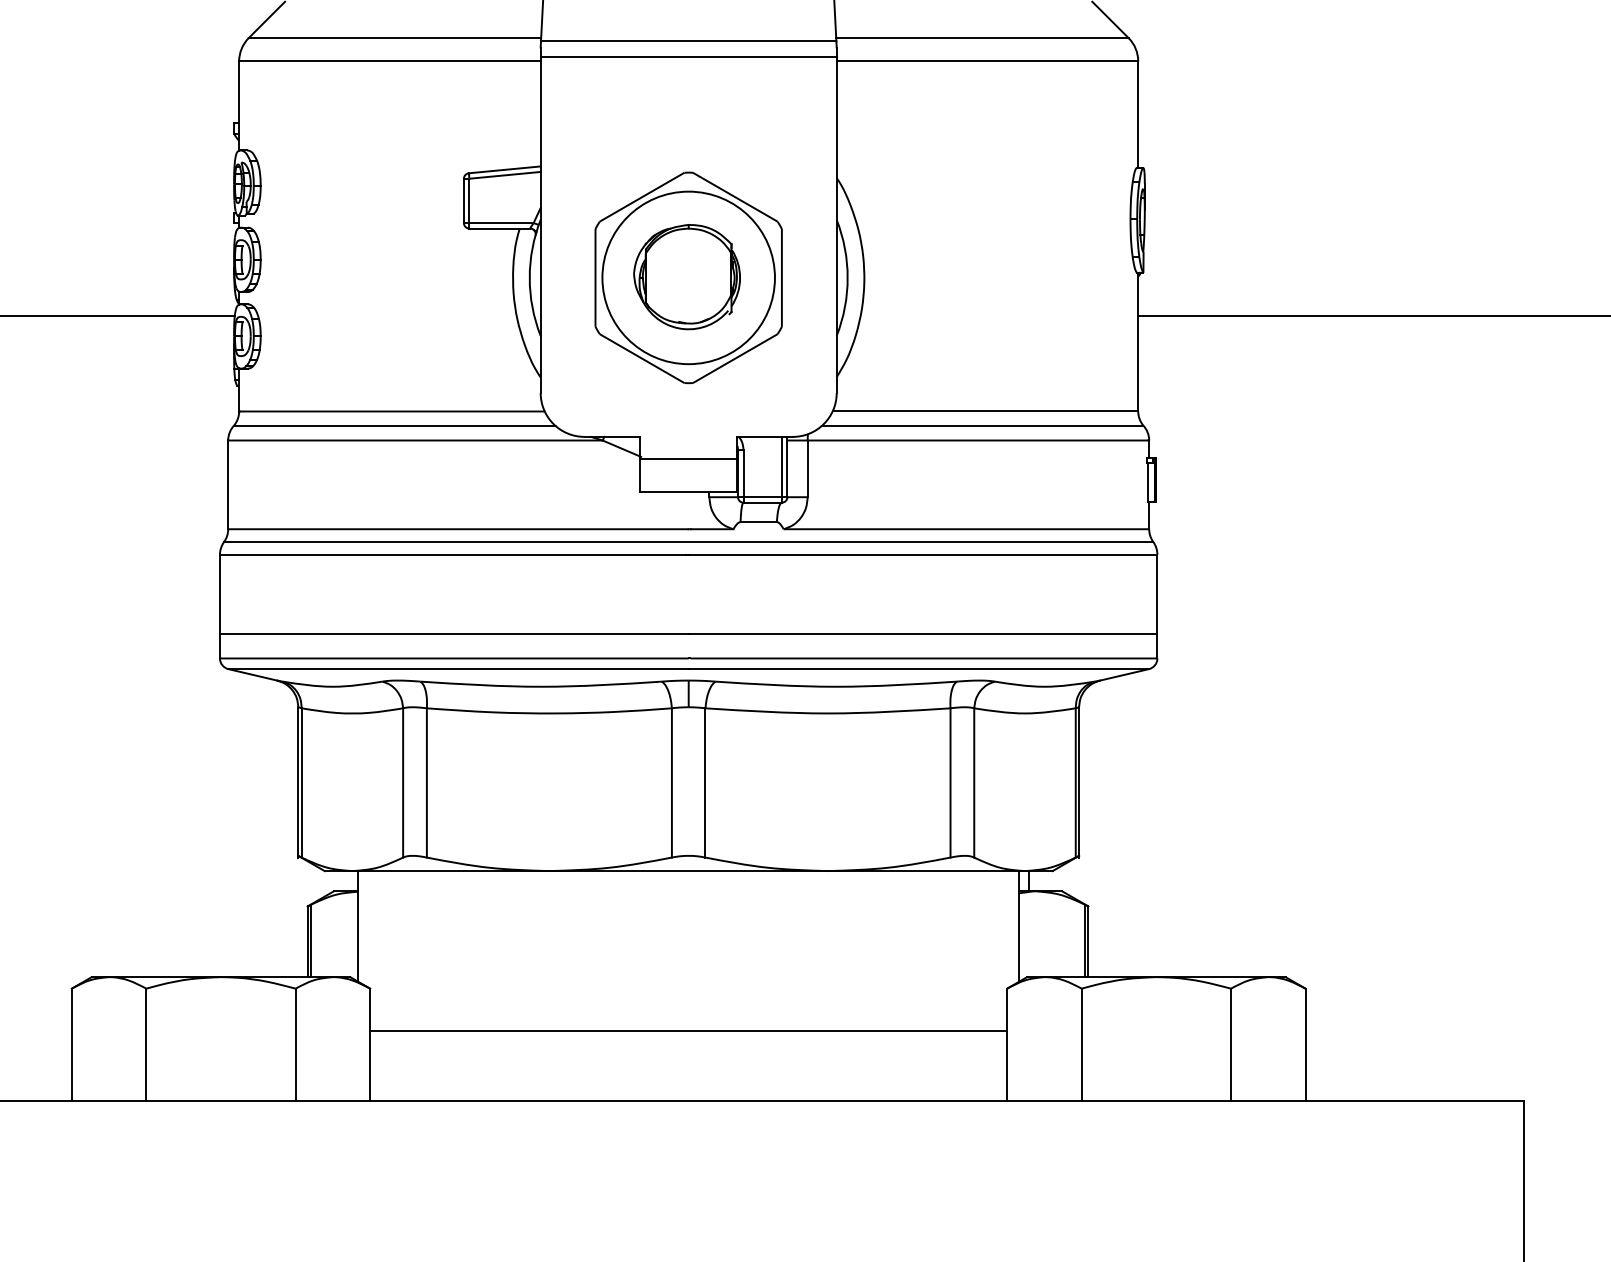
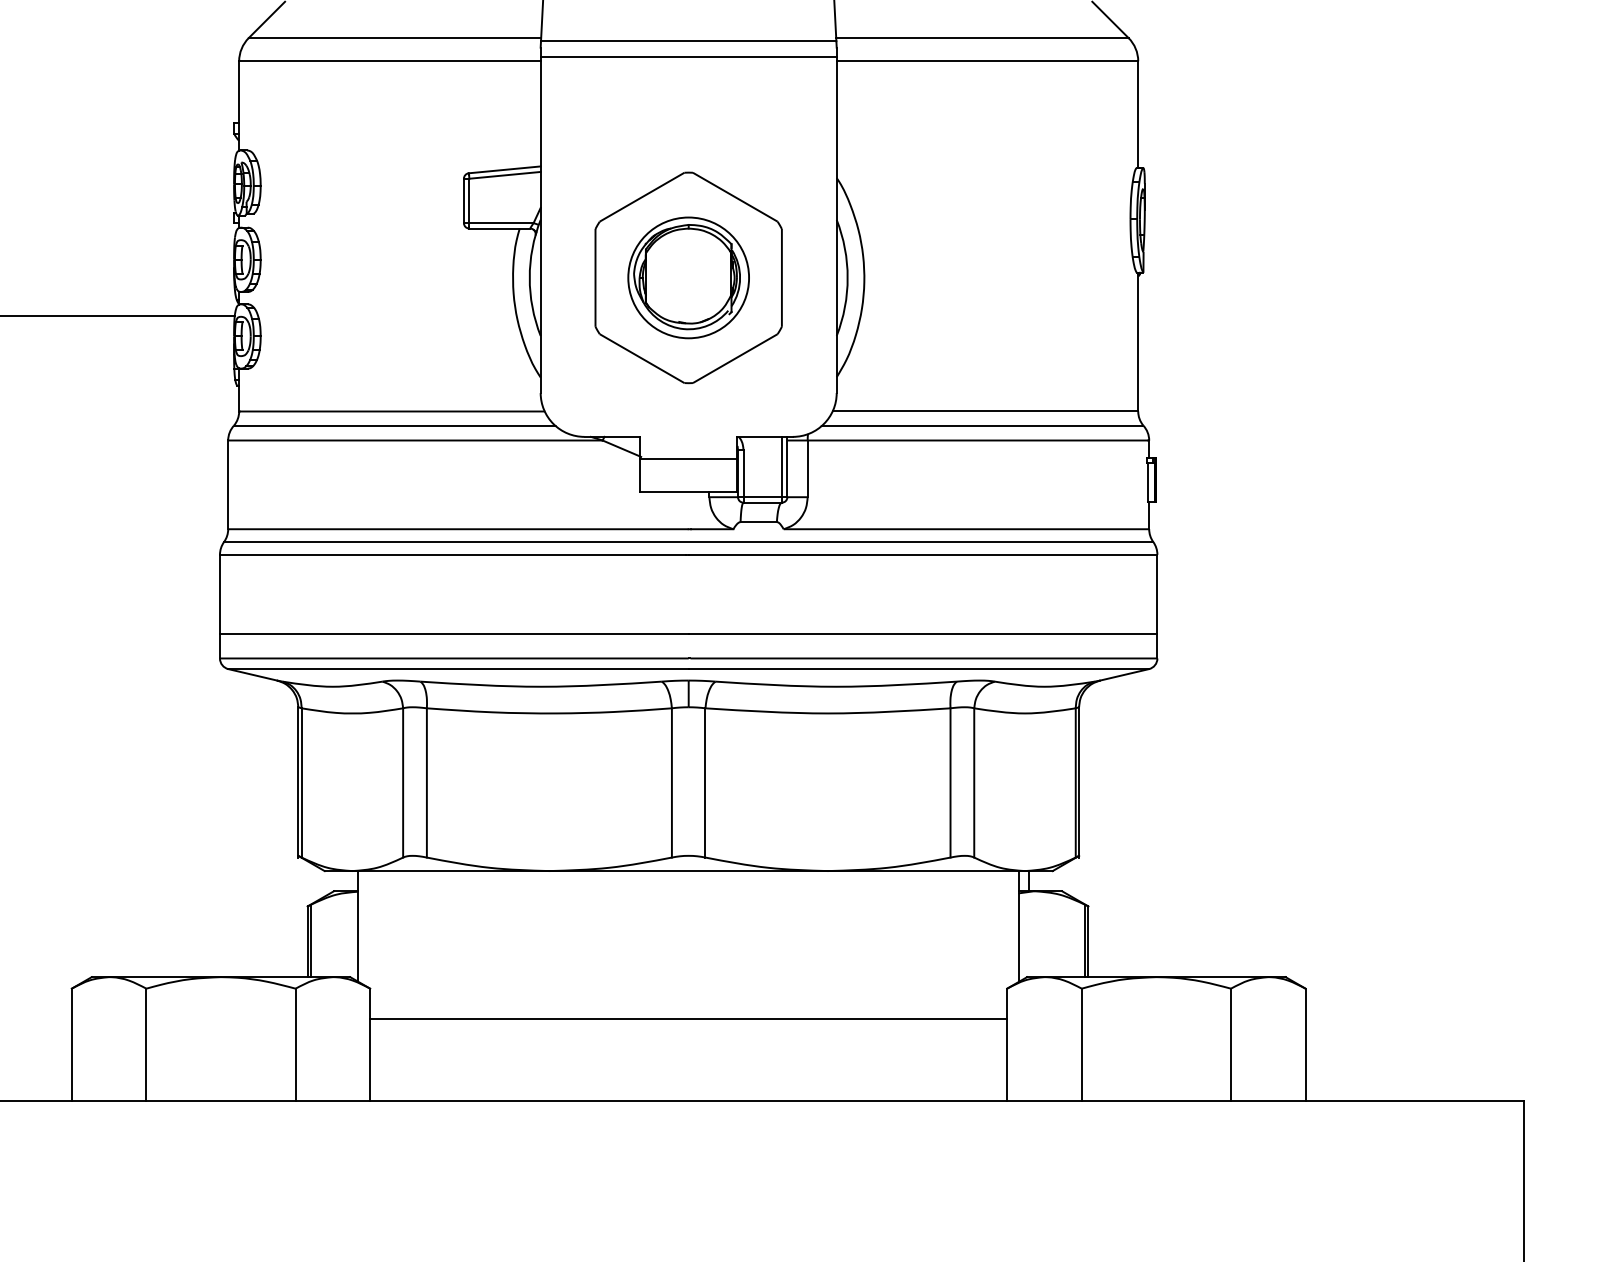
circle at (688, 277) diameter: 173 px -> 121 px
line at (1372, 315): present -> none
line at (688, 1031) position: (688, 1031) -> (688, 1019)
